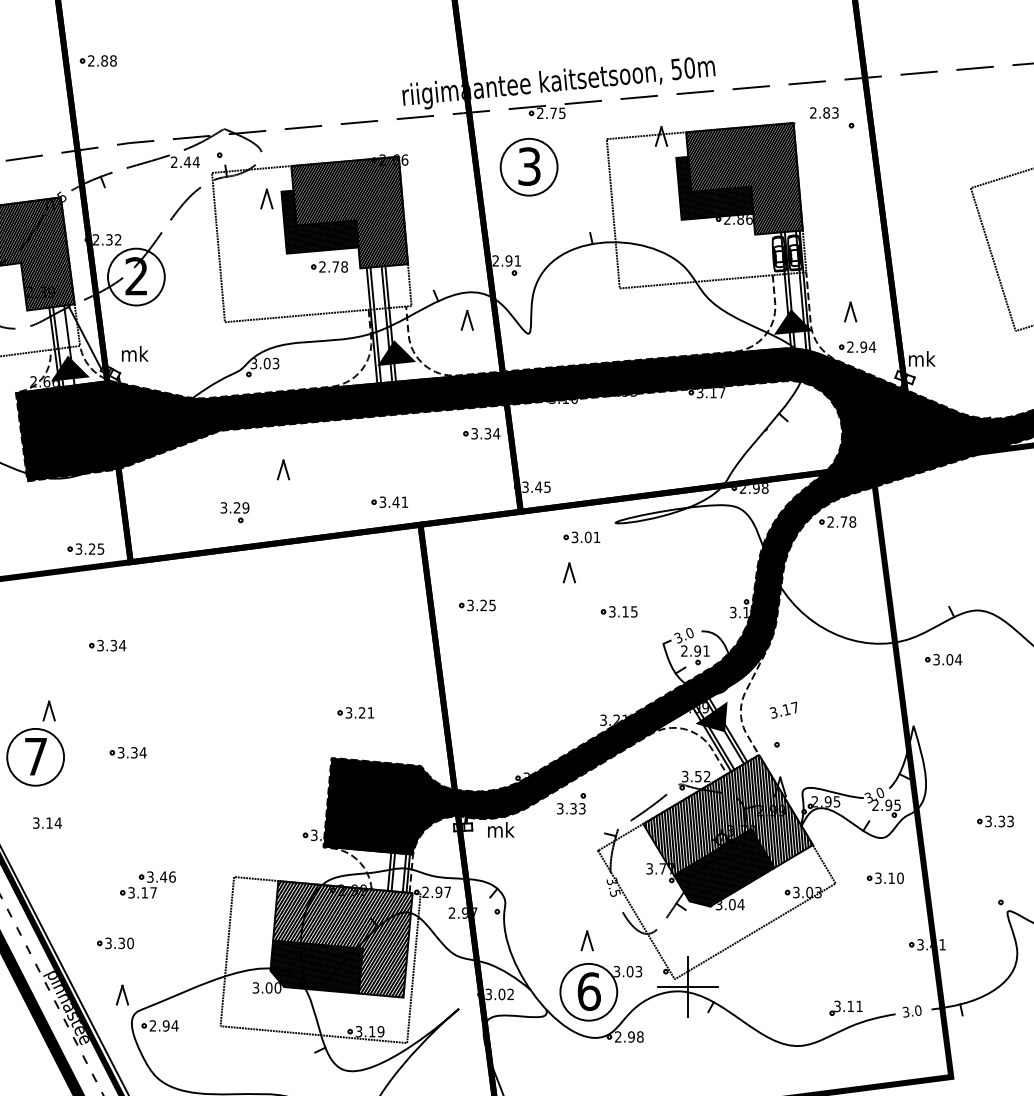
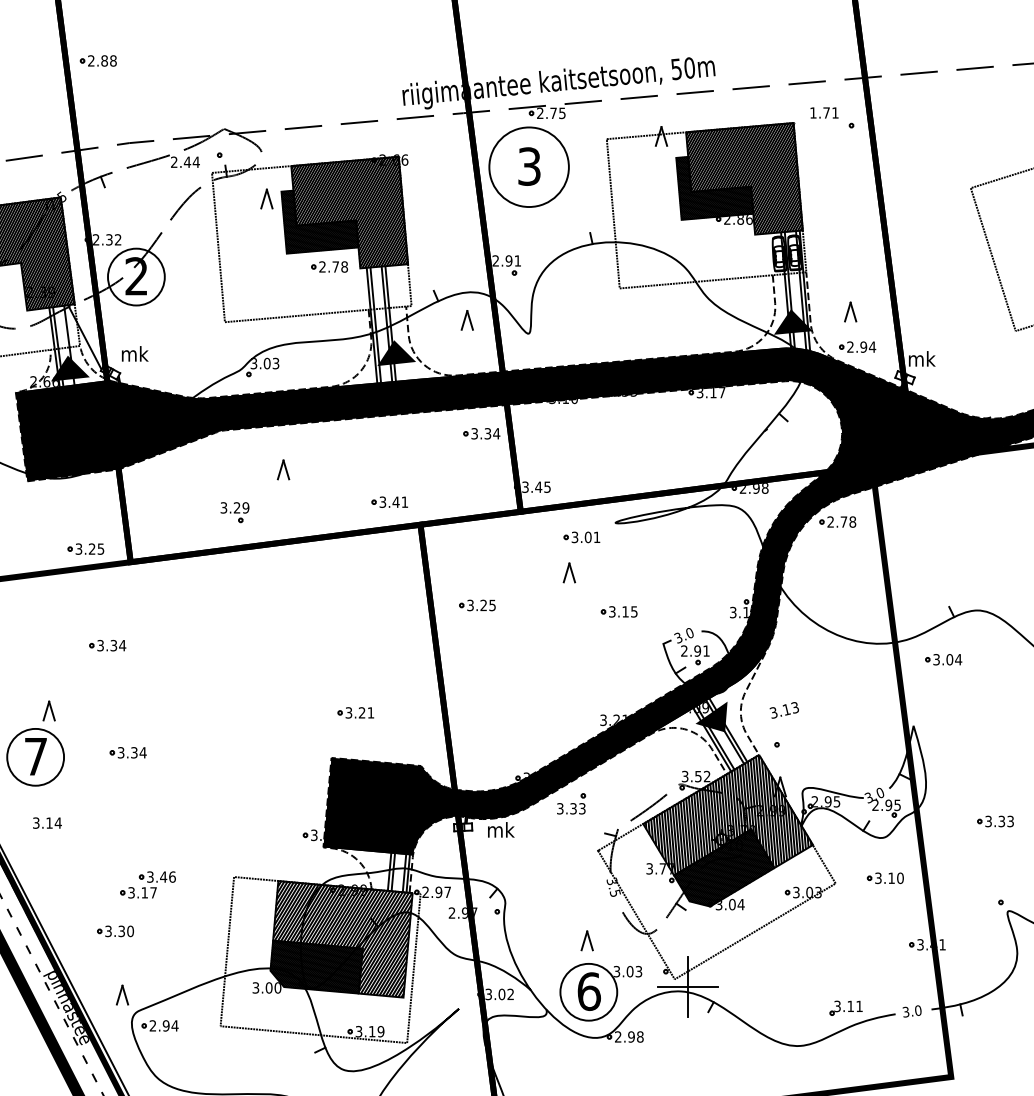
text at (824, 112): 2.83 -> 1.71
circle at (528, 166) diameter: 57 px -> 80 px
text at (794, 707): 3.17 -> 3.13
part at (115, 943) position: (115, 943) -> (115, 931)
